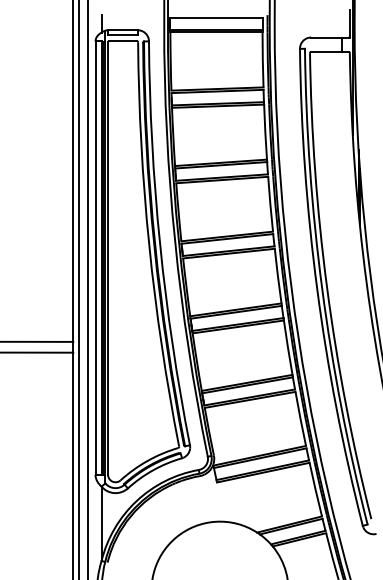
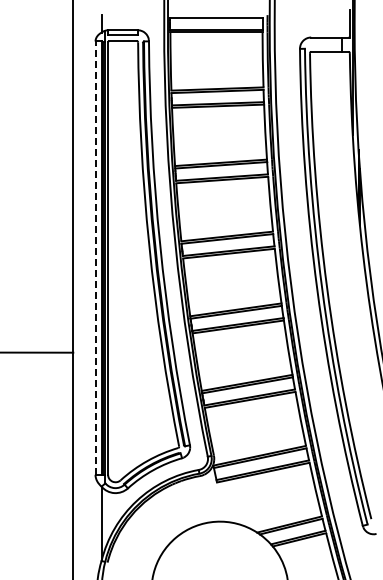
line at (95, 258): solid -> dashed
line at (78, 289): present -> none
line at (87, 289): present -> none
line at (37, 341): present -> none
